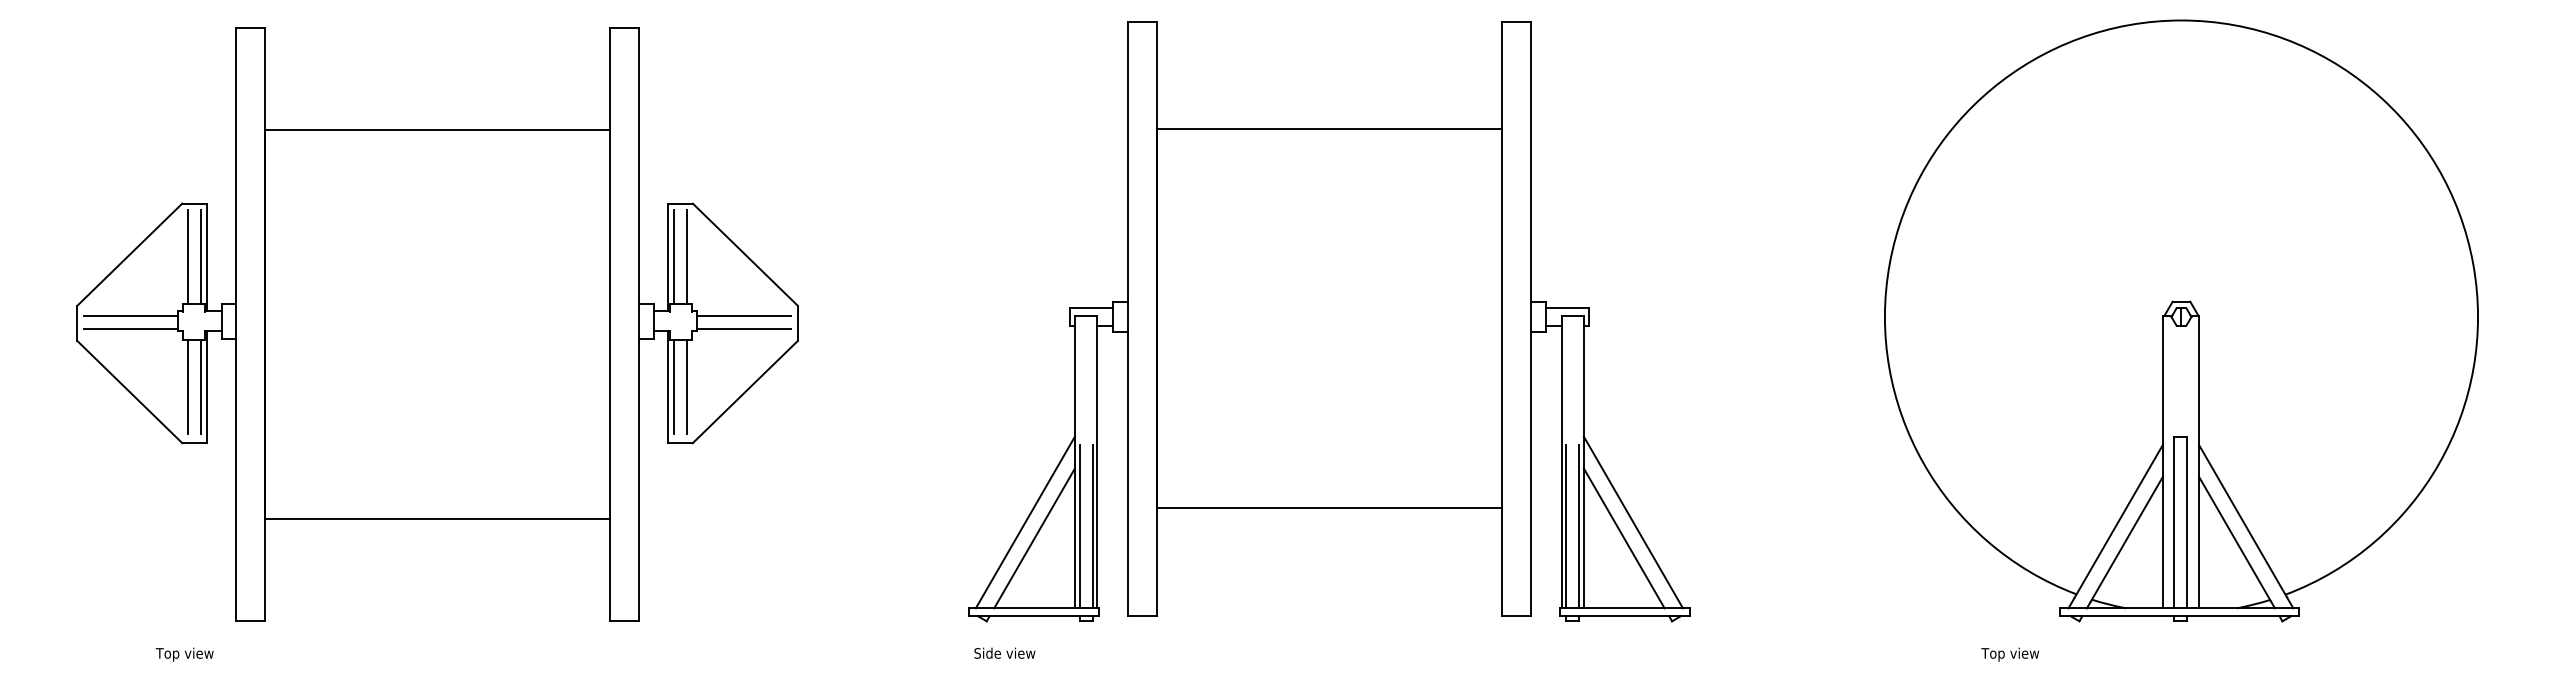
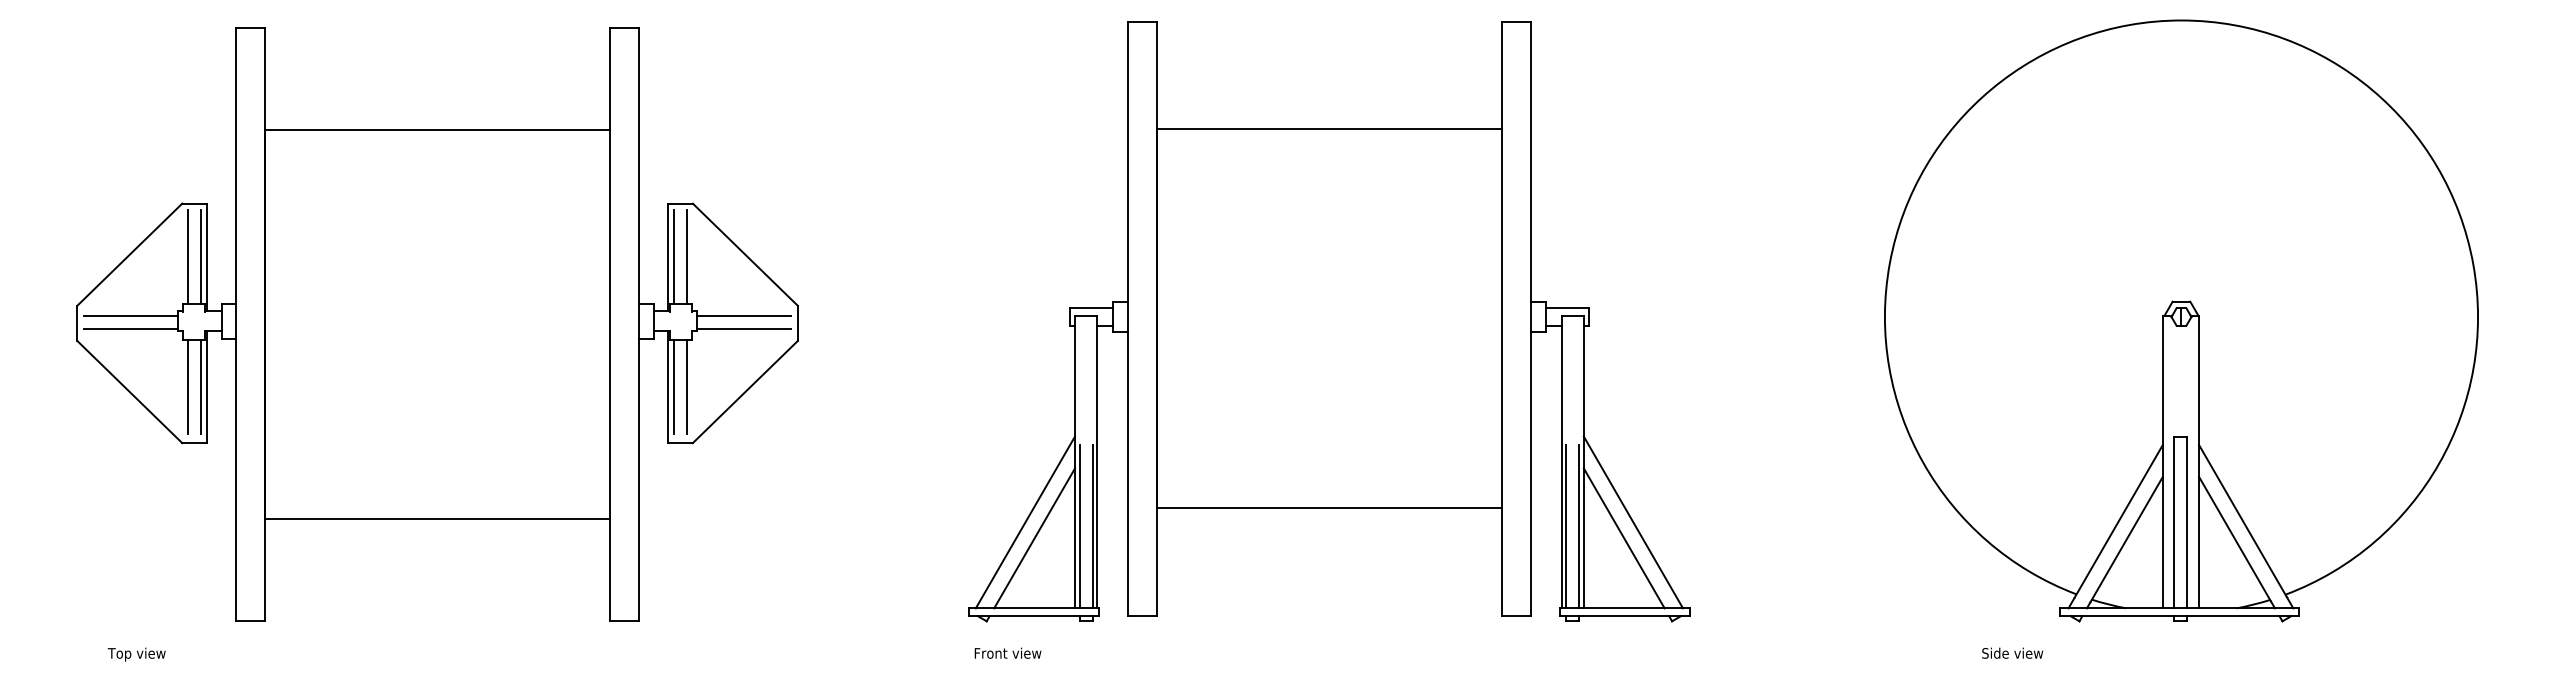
text at (1007, 652): Side view -> Front view
text at (184, 654) position: (184, 654) -> (136, 654)
text at (2012, 654): Top view -> Side view
